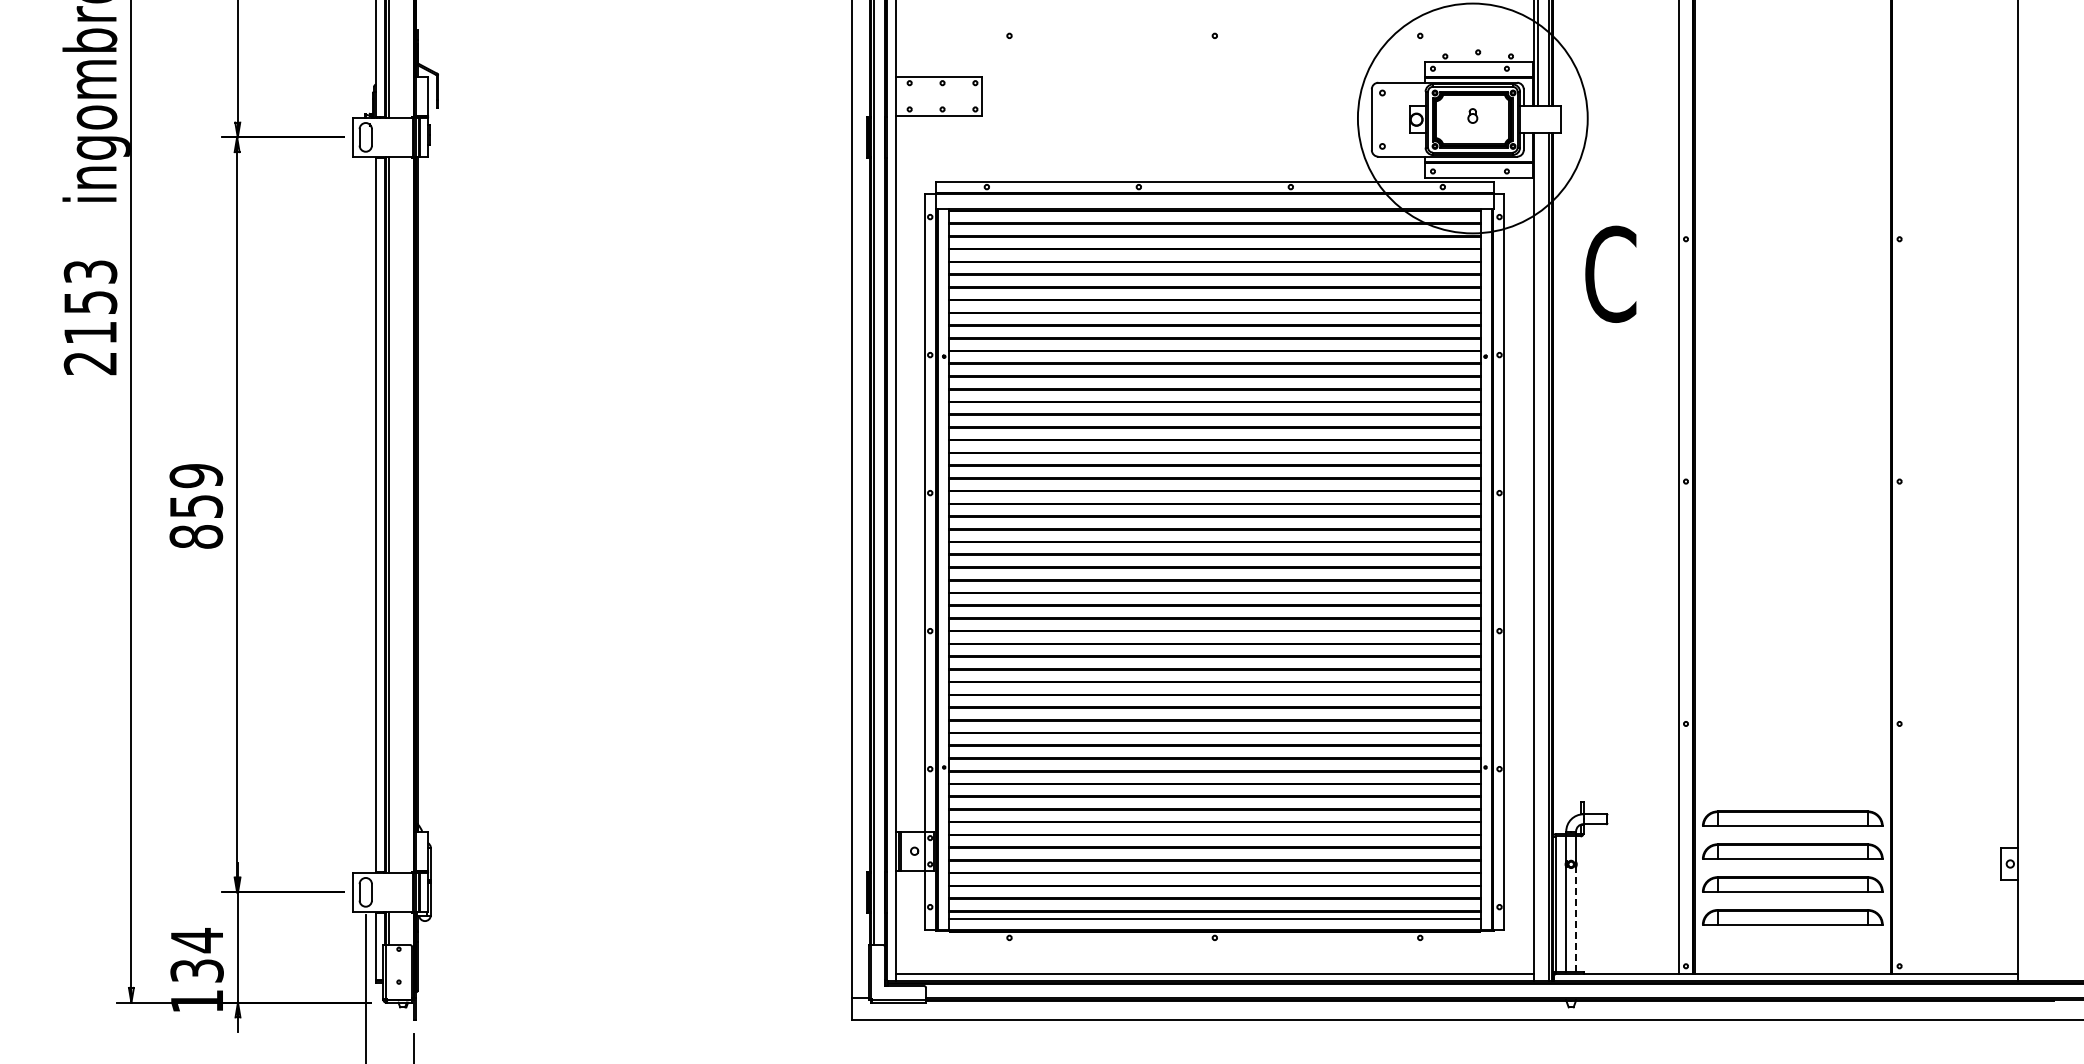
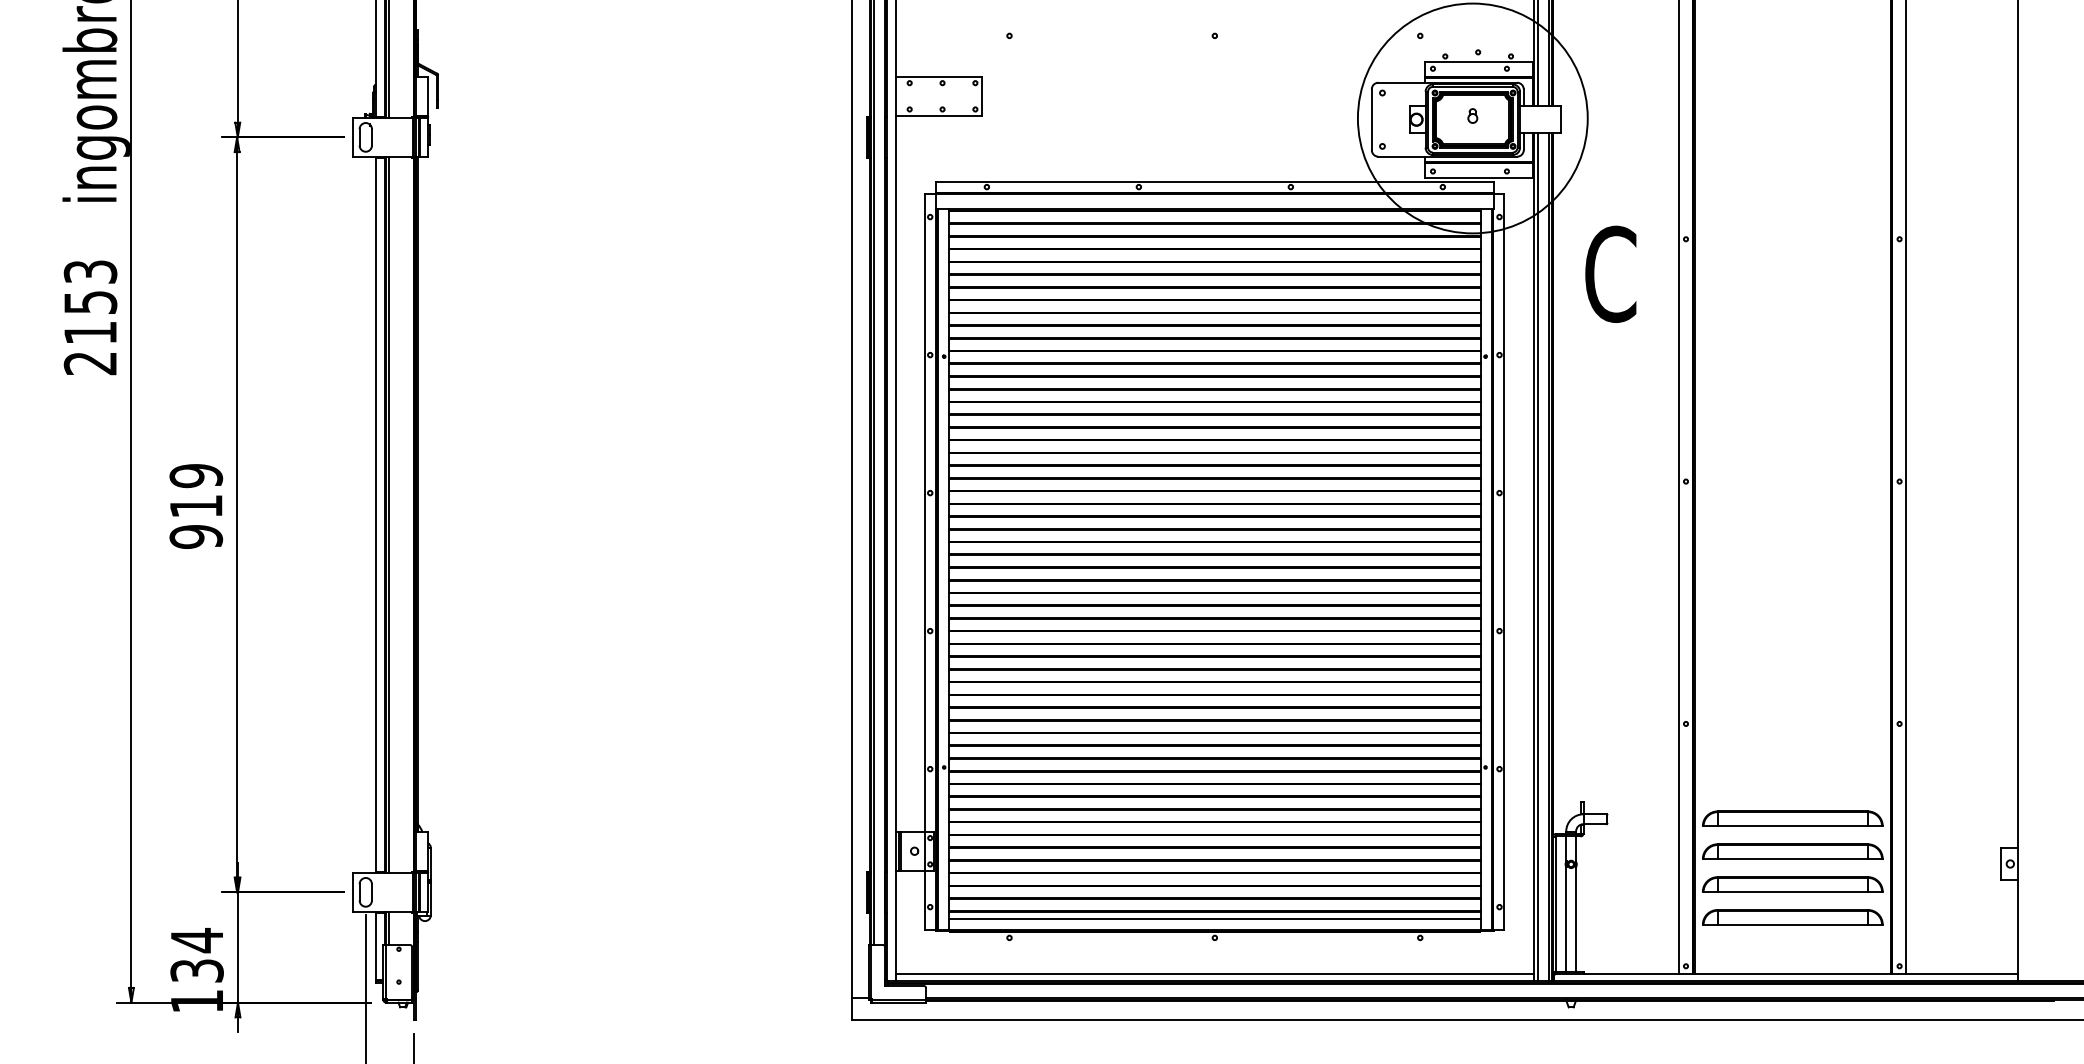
line at (1906, 488): none -> present
text at (196, 522): 859 -> 919
line at (1538, 557): none -> present
line at (1576, 919): dashed -> solid
